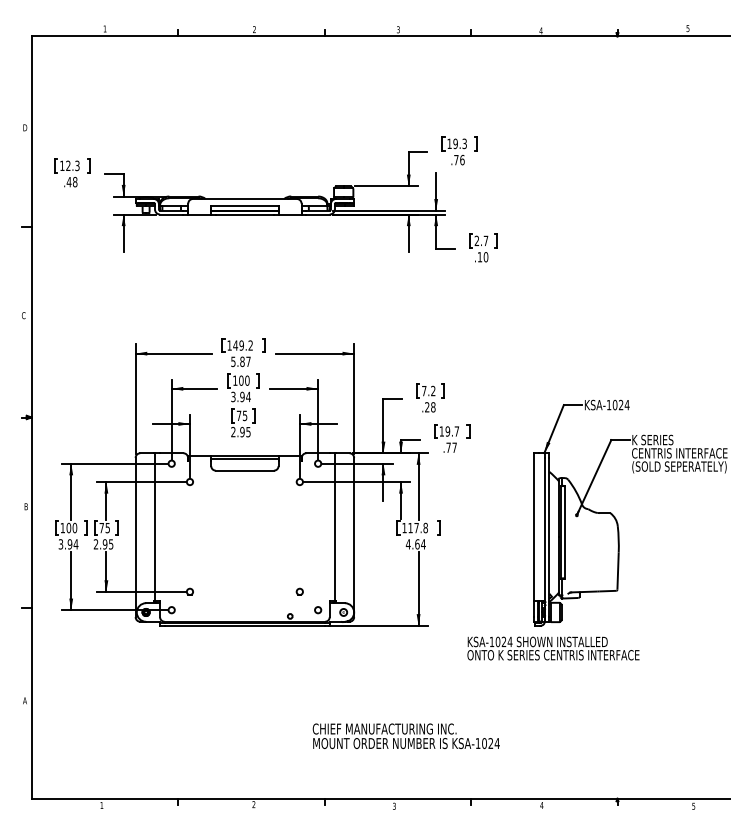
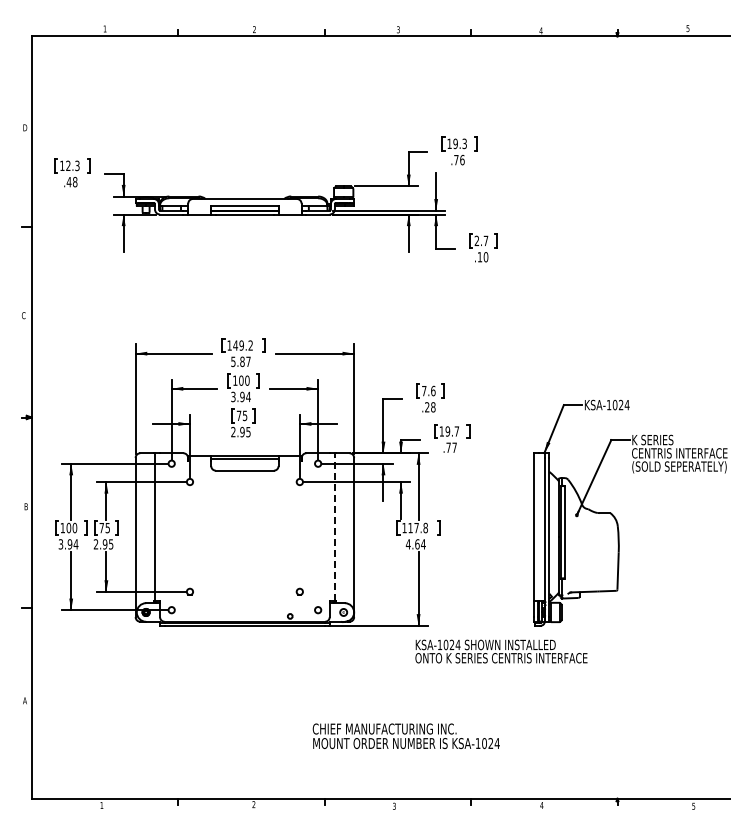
text at (433, 390): 7.2 -> 7.6
line at (334, 527): solid -> dashed
text at (553, 648) position: (553, 648) -> (501, 651)
